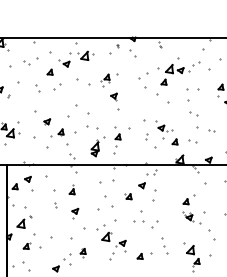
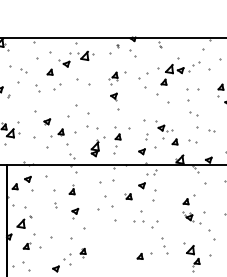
part at (26, 62) position: (26, 62) -> (23, 70)
part at (109, 80) position: (109, 80) -> (117, 78)
part at (141, 151): none -> present
part at (111, 242): present -> none
